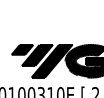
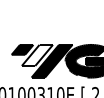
fill at (36, 54): present -> none
